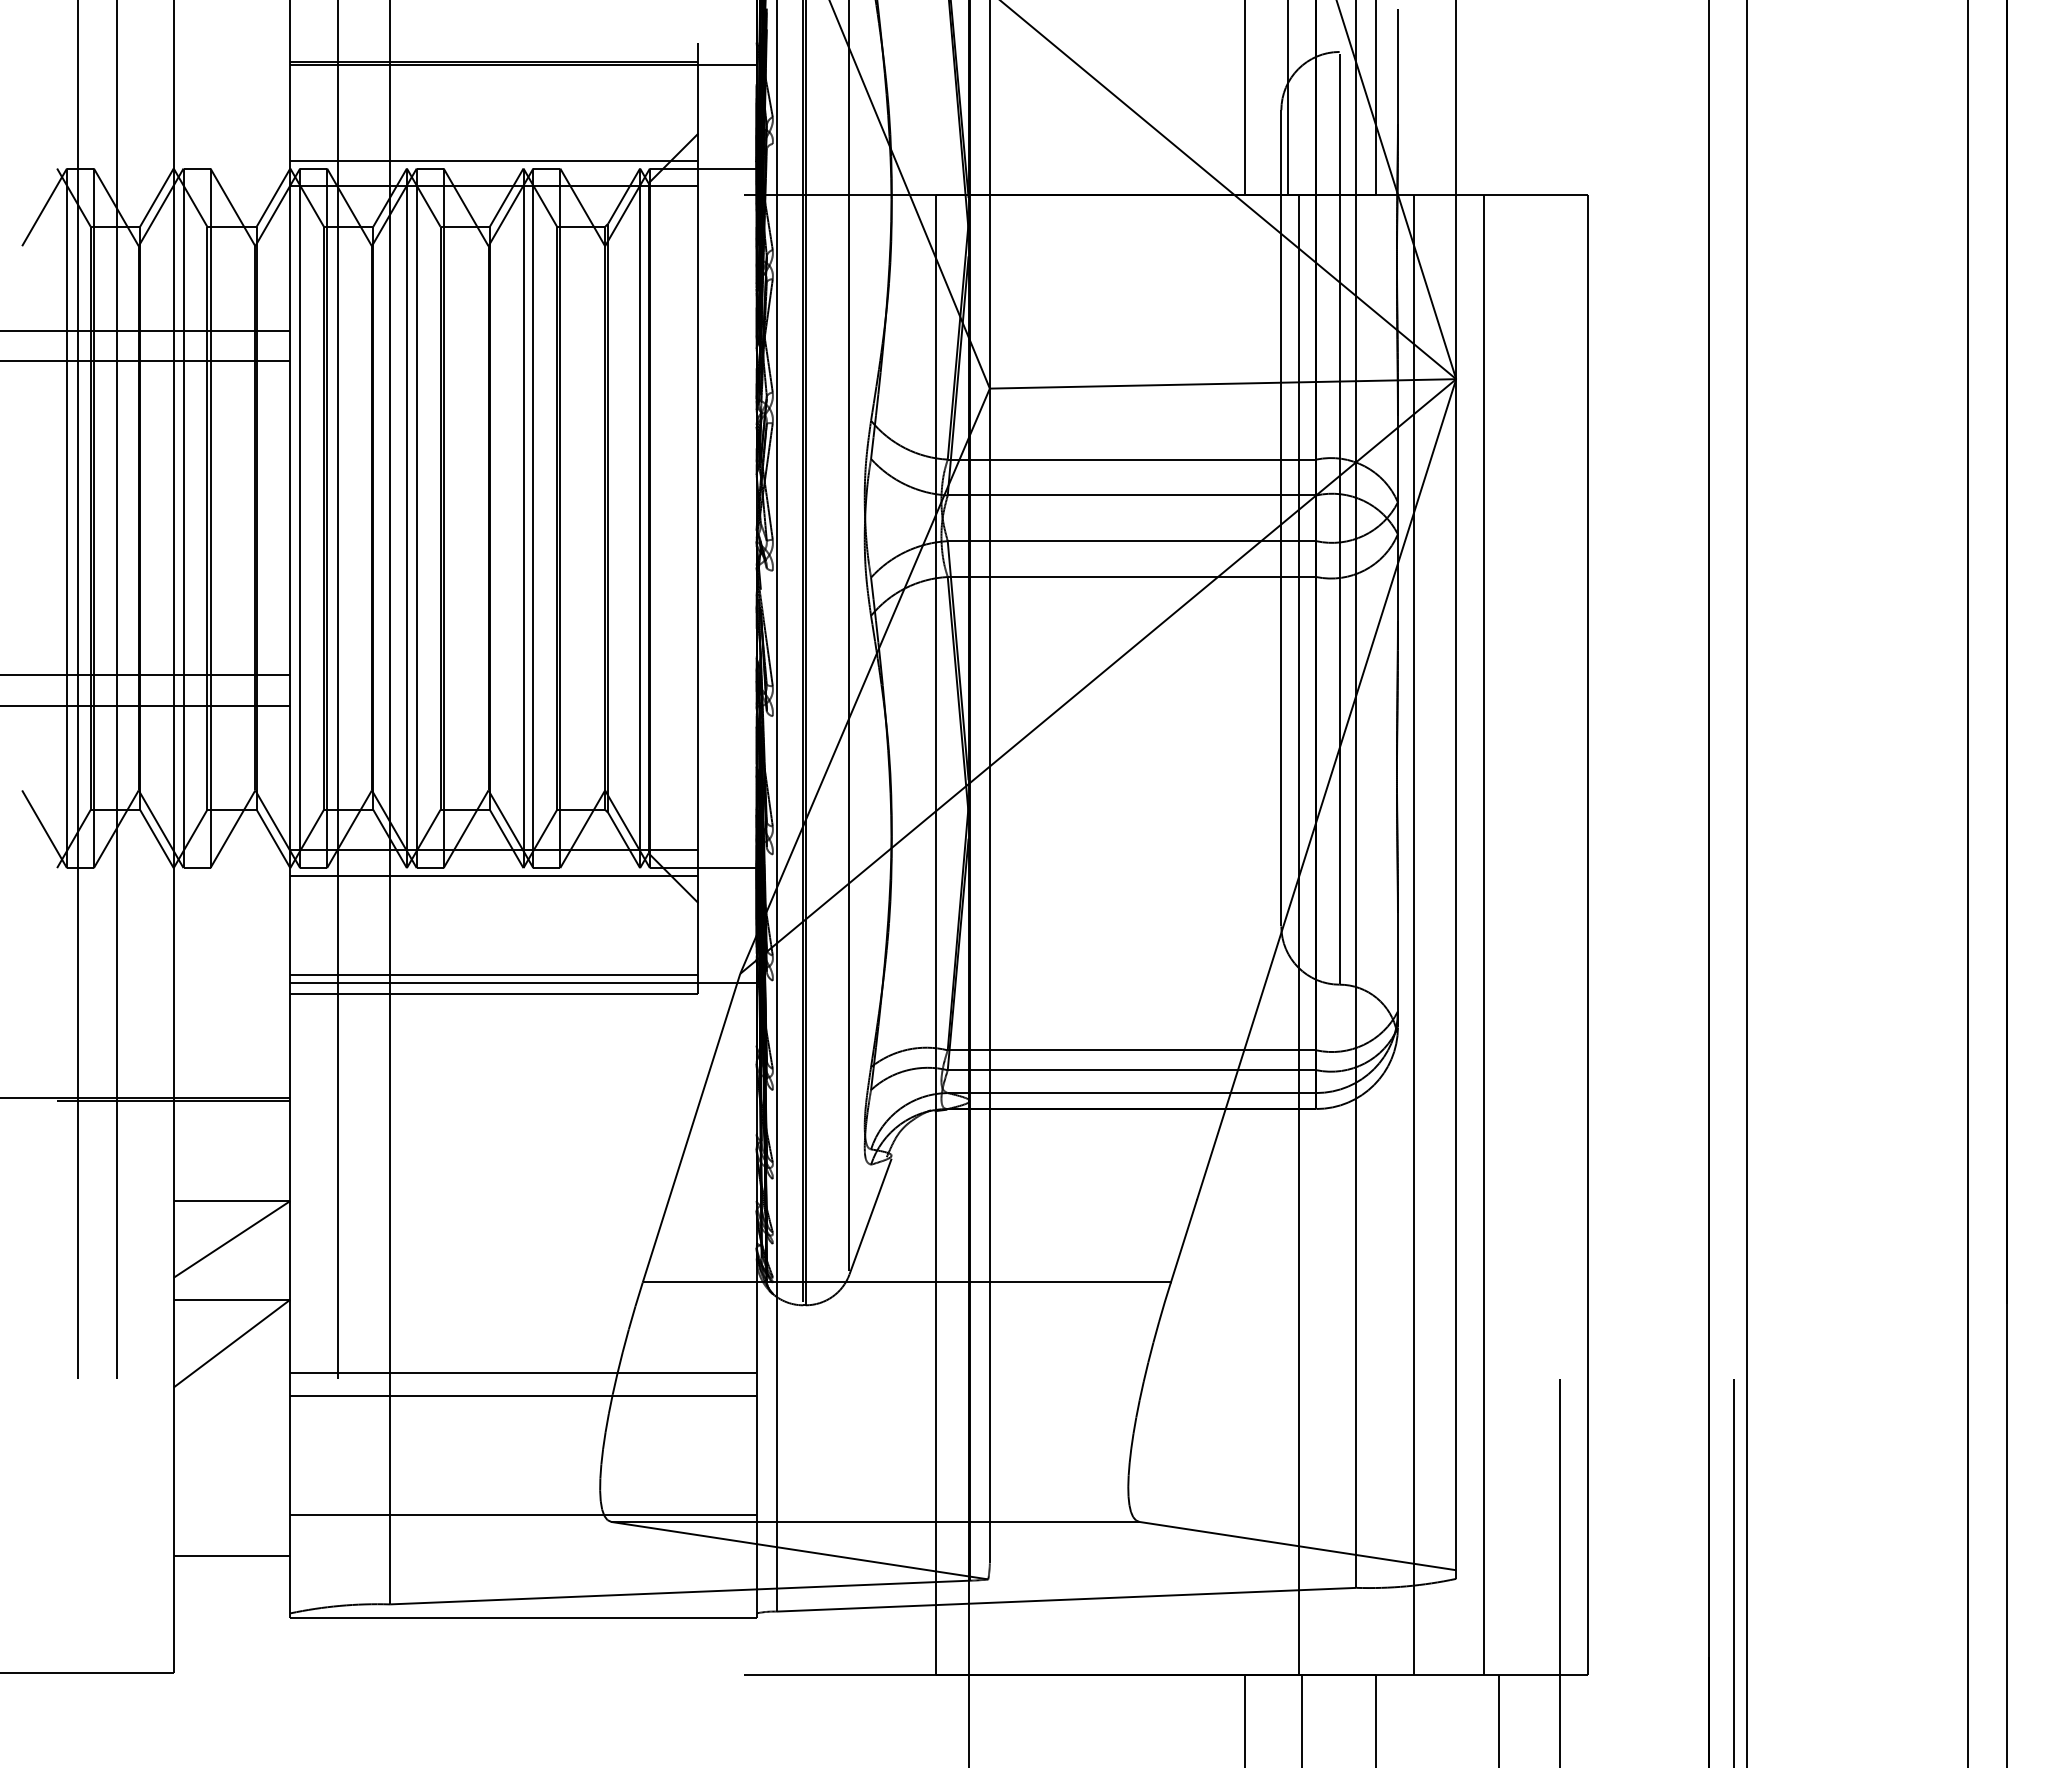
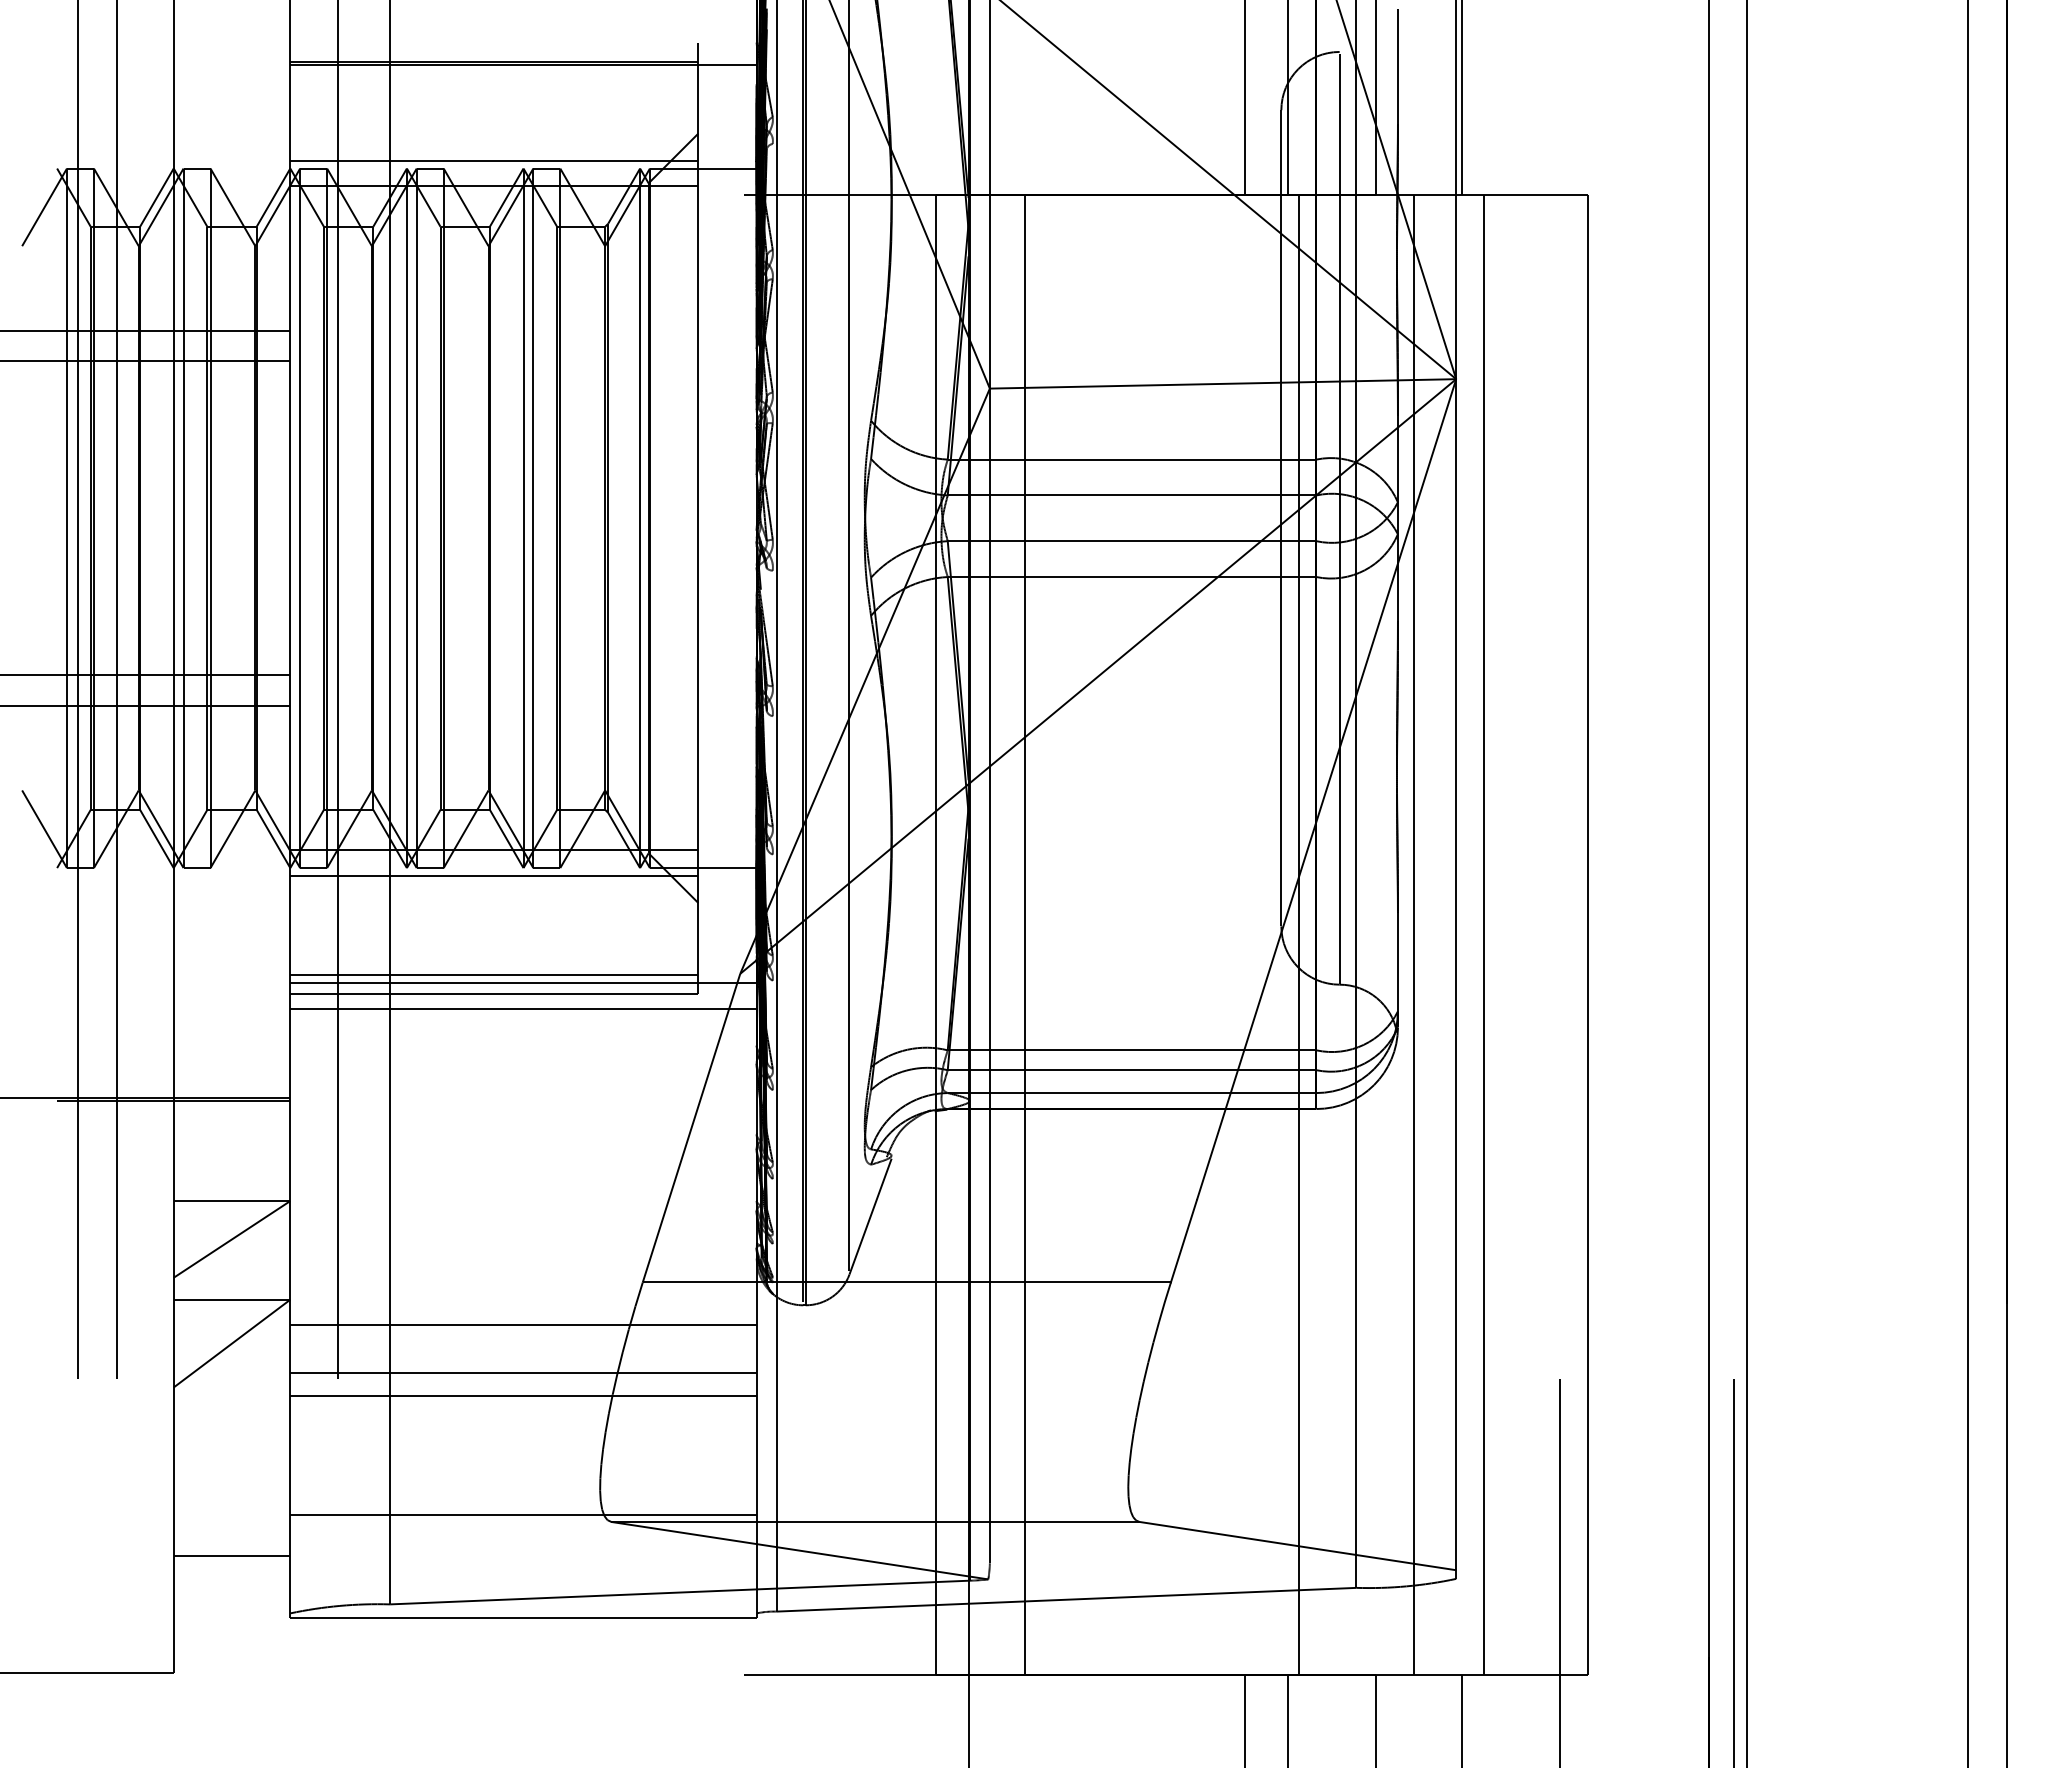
line at (1461, 98): none -> present
line at (1024, 934): none -> present
line at (523, 1009): none -> present
line at (523, 1325): none -> present
line at (1301, 1719) position: (1301, 1719) -> (1287, 1719)
line at (1498, 1719) position: (1498, 1719) -> (1461, 1719)
